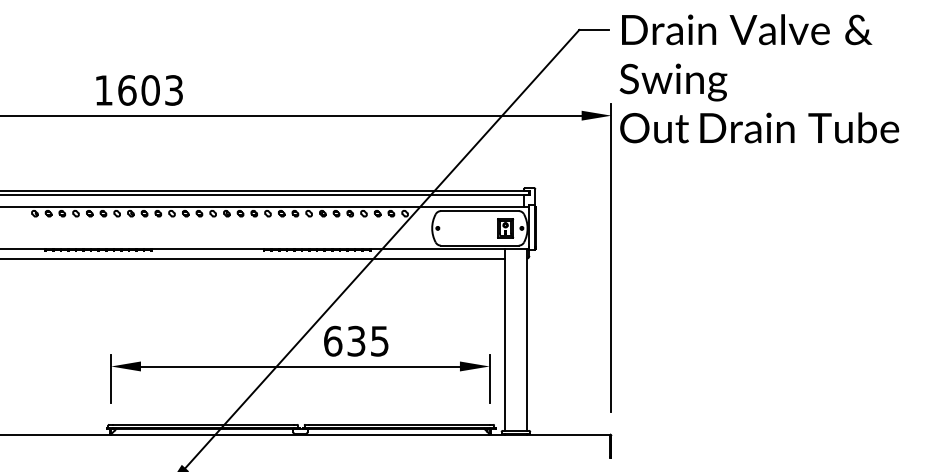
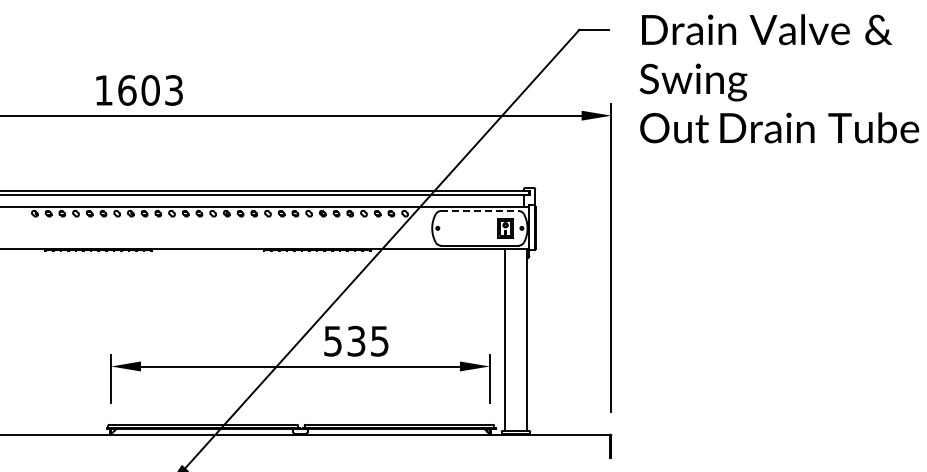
text at (759, 78) position: (759, 78) -> (779, 78)
line at (479, 211): solid -> dashed
line at (253, 258): present -> none
text at (333, 340): 635 -> 535
